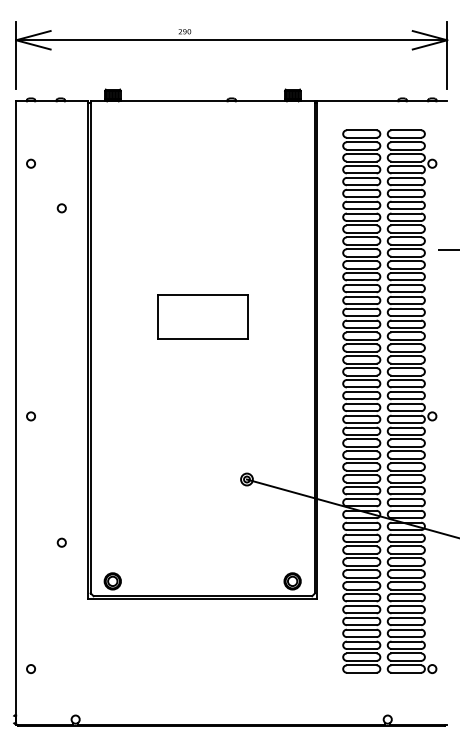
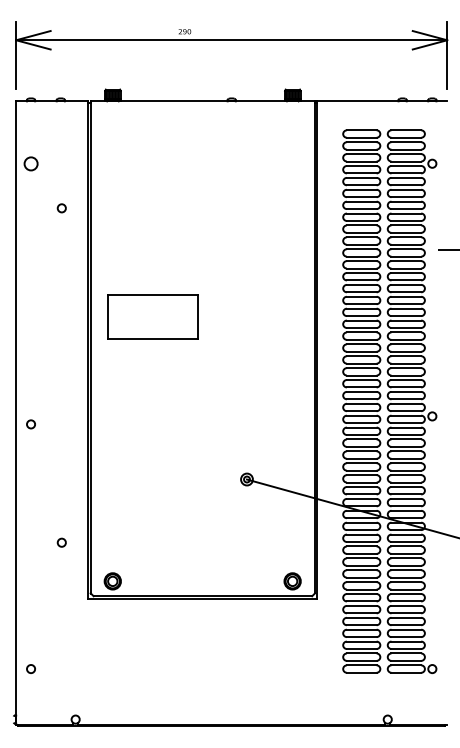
circle at (30, 163) size: 10x11 px -> 16x16 px
part at (202, 316) position: (202, 316) -> (152, 316)
circle at (30, 416) position: (30, 416) -> (30, 424)
